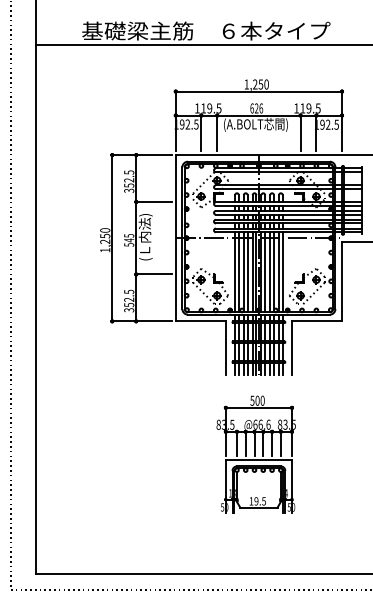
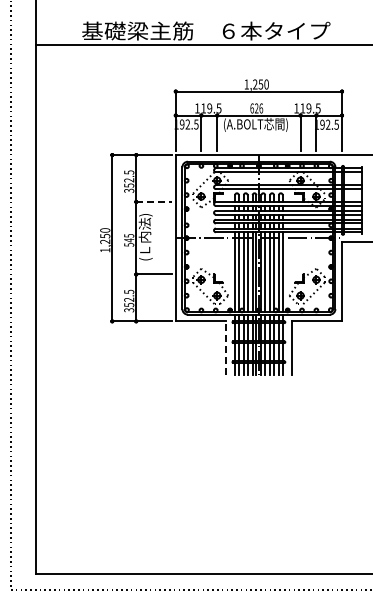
line at (154, 201): solid -> dashed
line at (225, 347): solid -> dashed
part at (255, 454): present -> none
